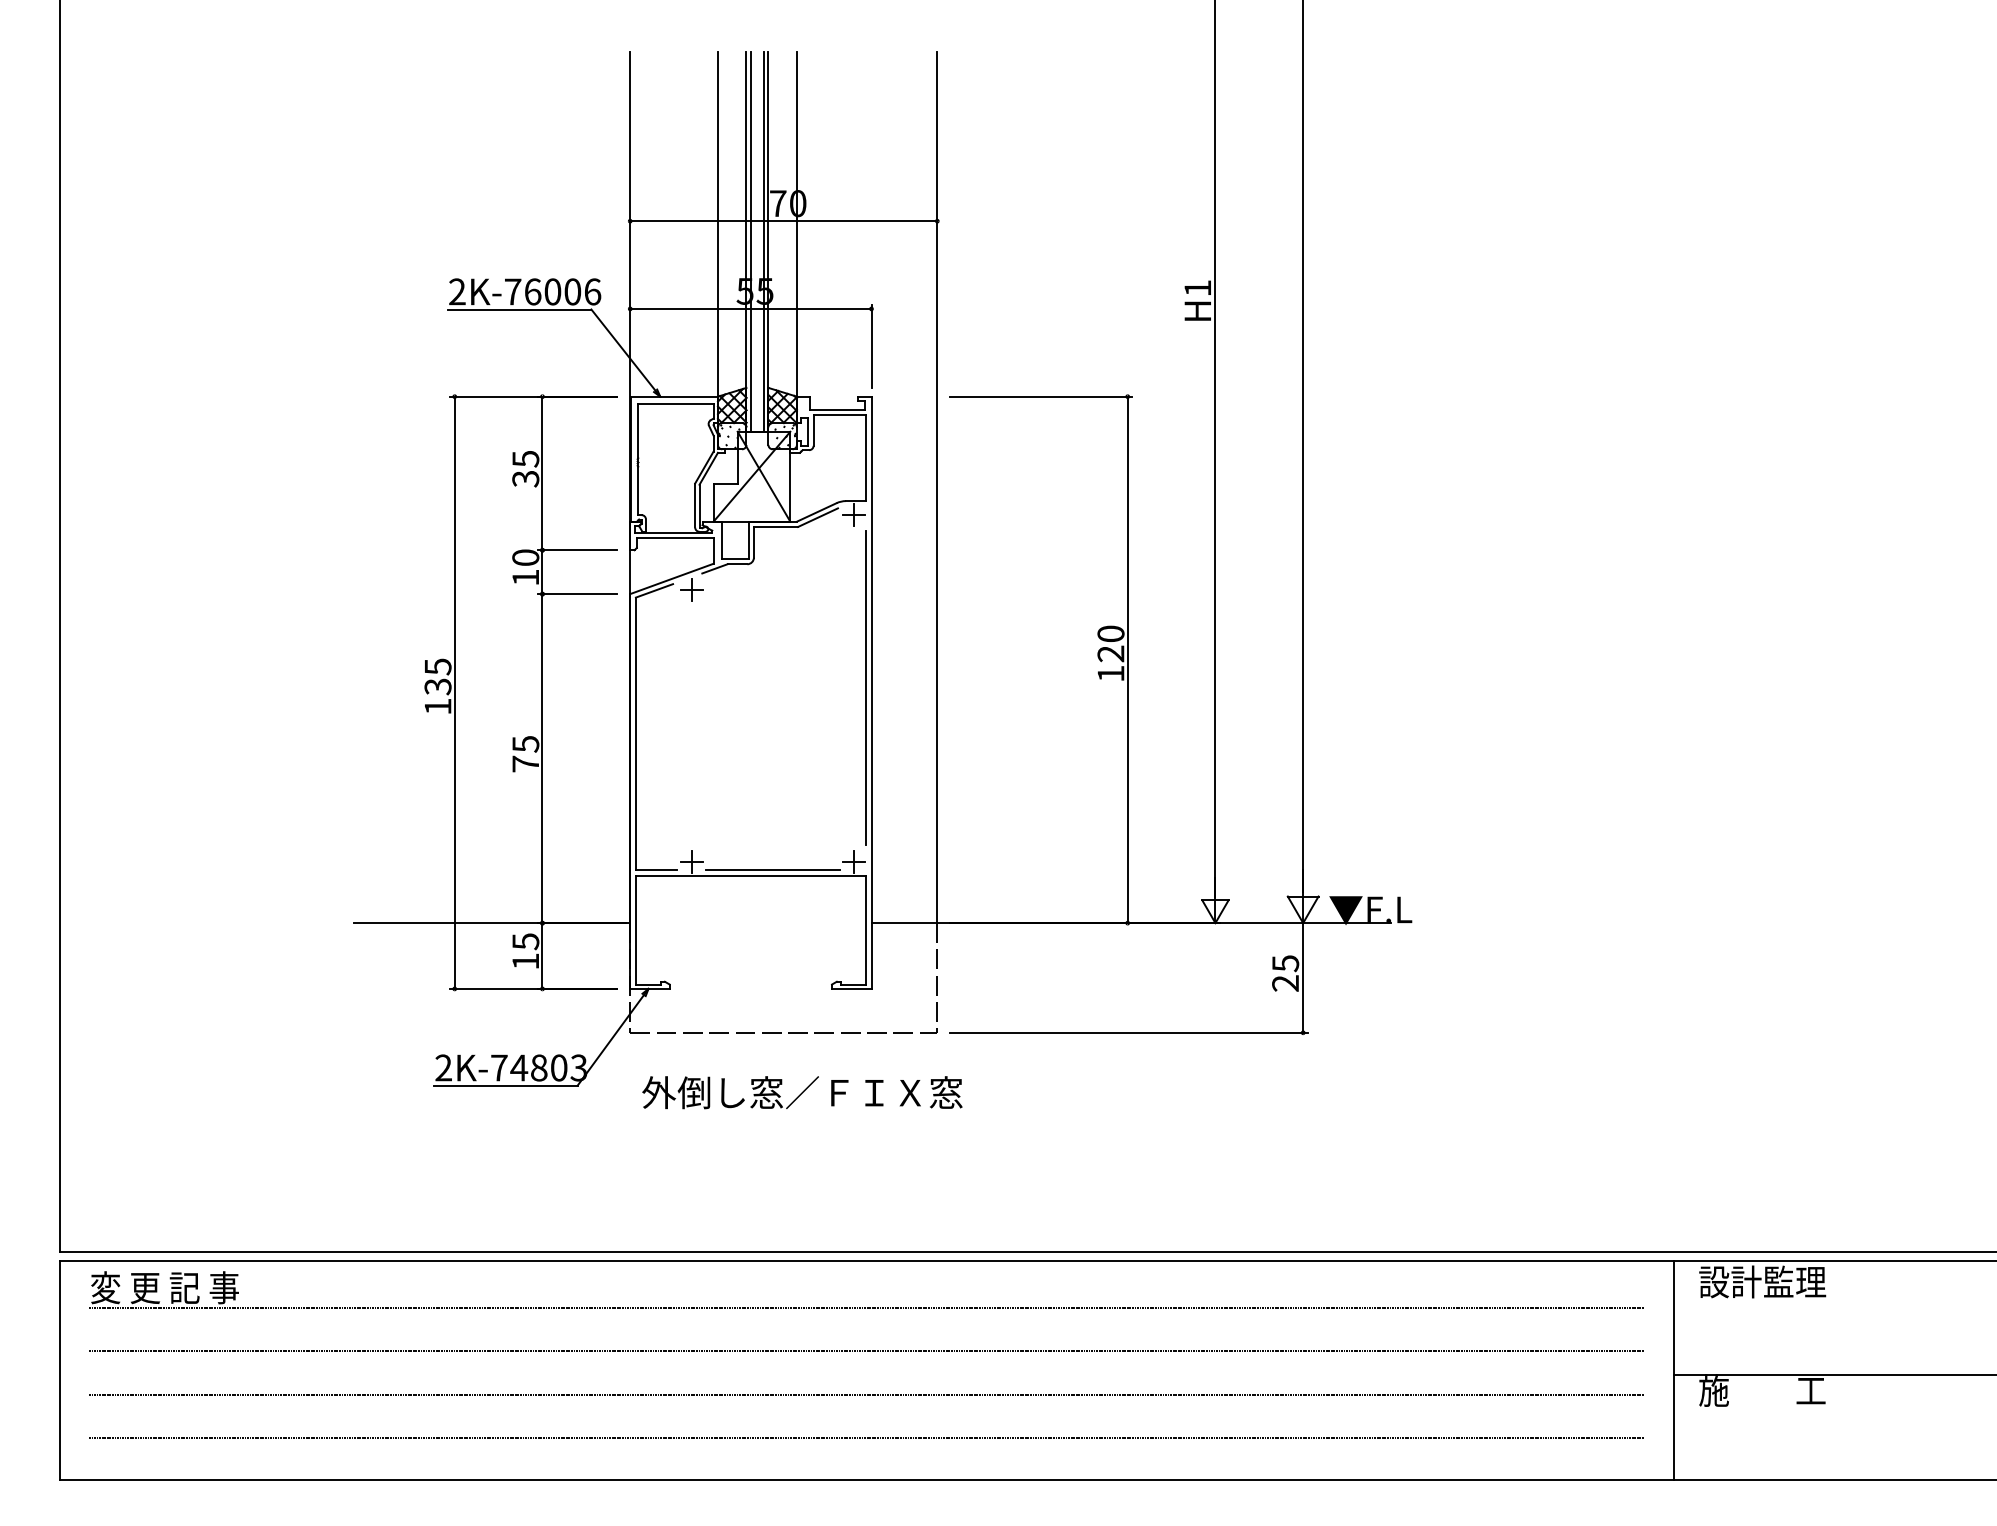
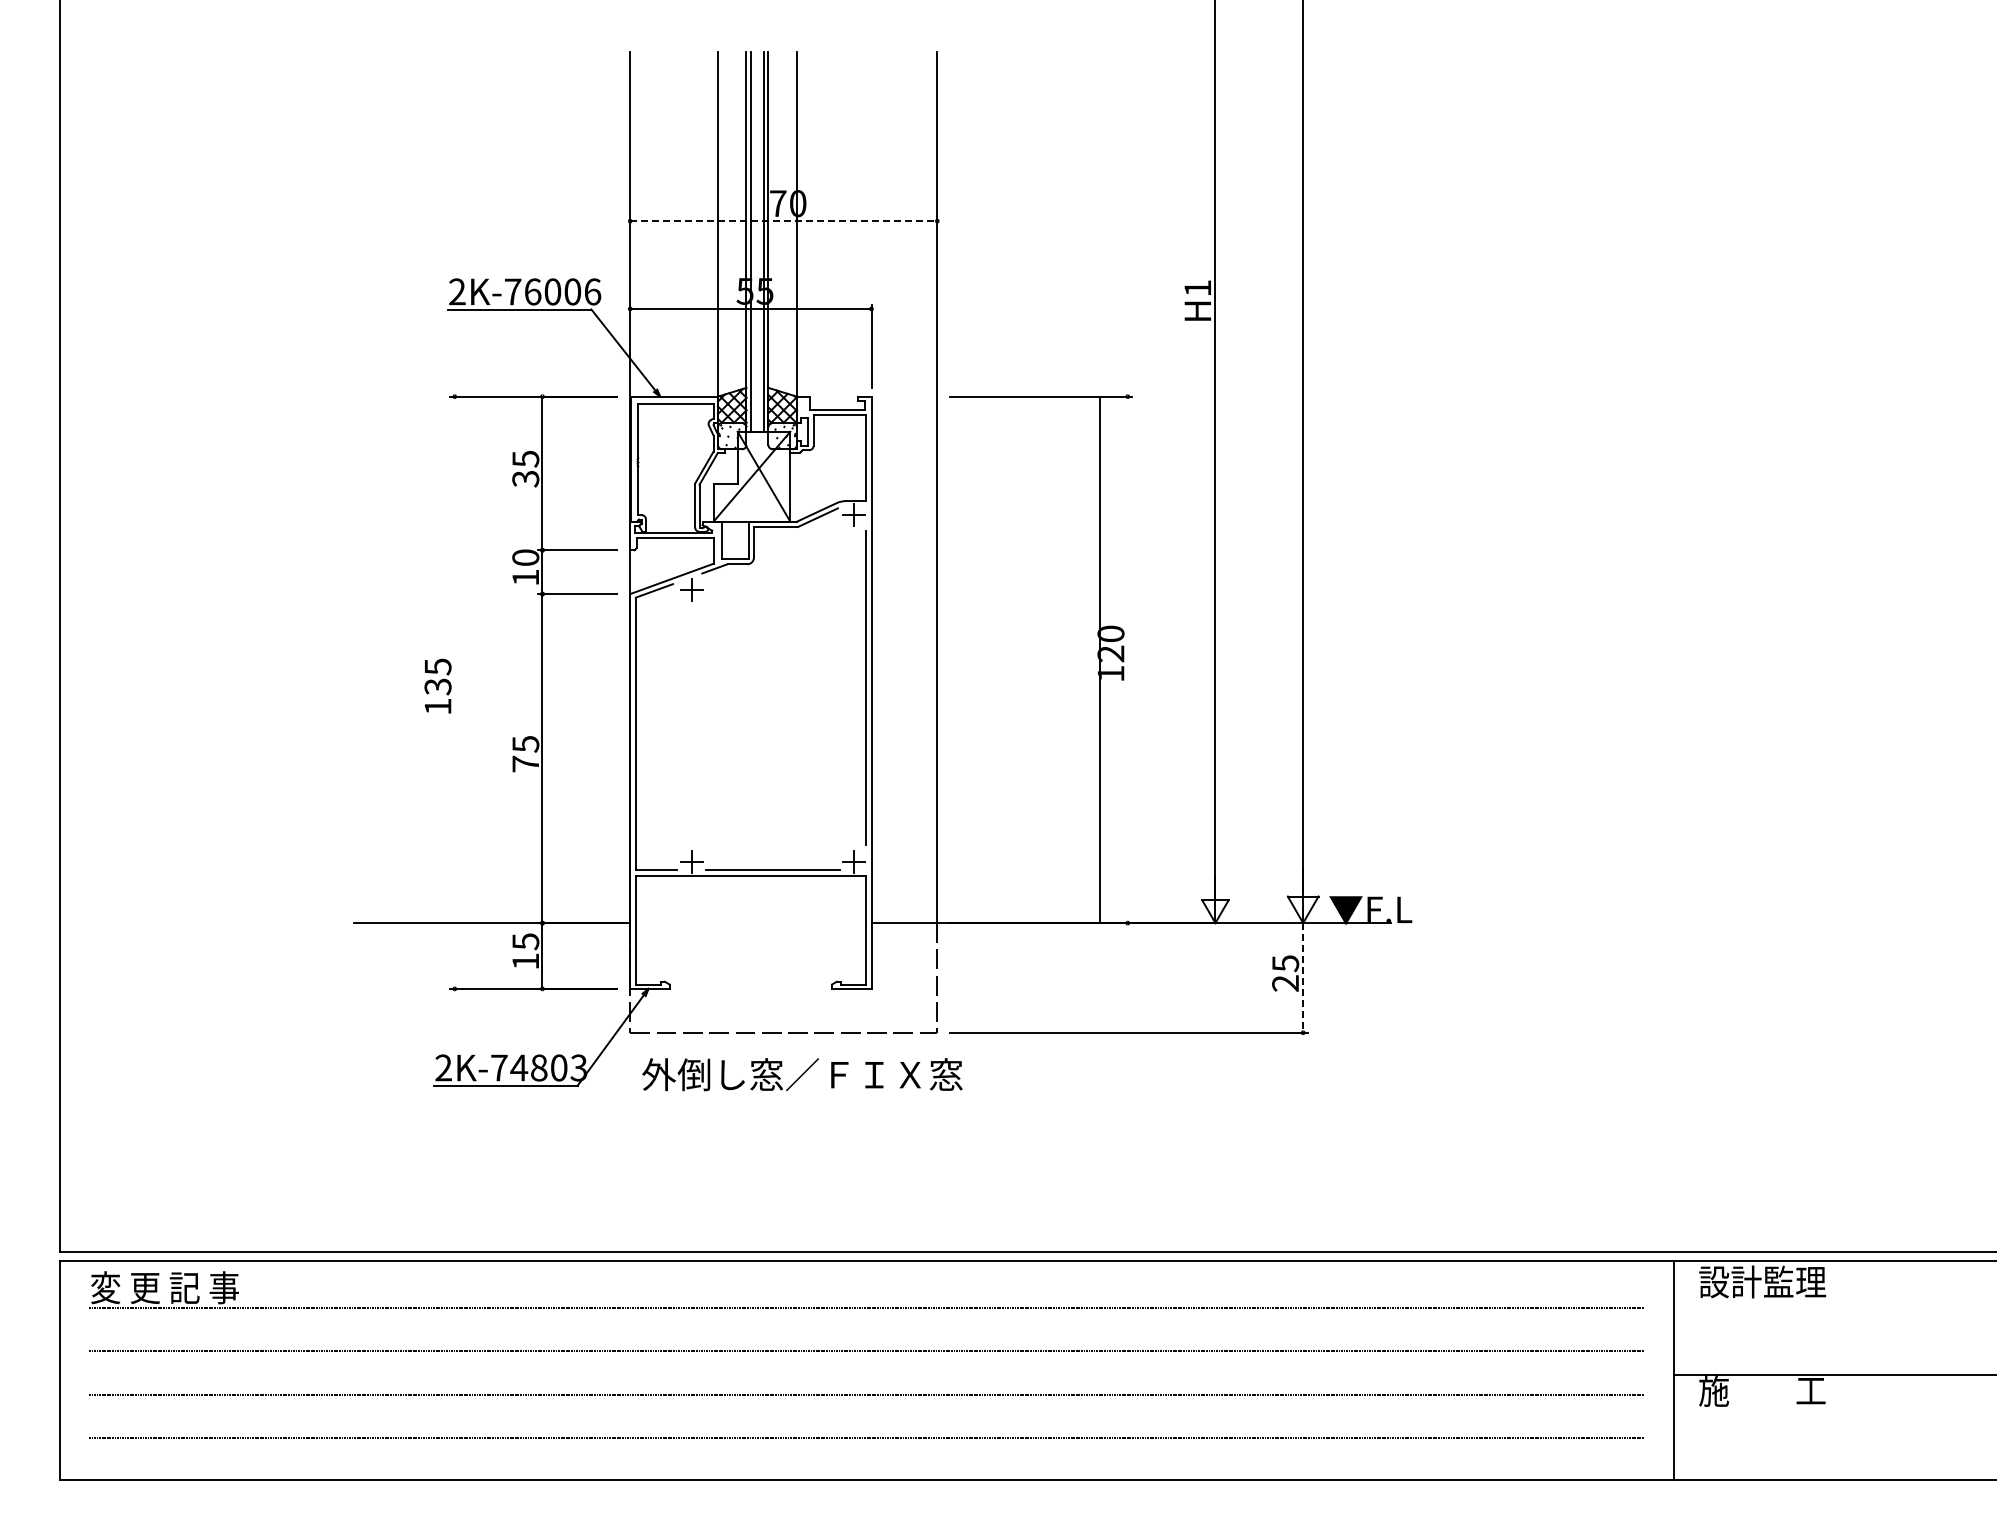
line at (783, 221): solid -> dashed
line at (1127, 659) position: (1127, 659) -> (1099, 659)
line at (454, 692): present -> none
line at (1303, 977): solid -> dashed
text at (802, 1092) position: (802, 1092) -> (802, 1074)
